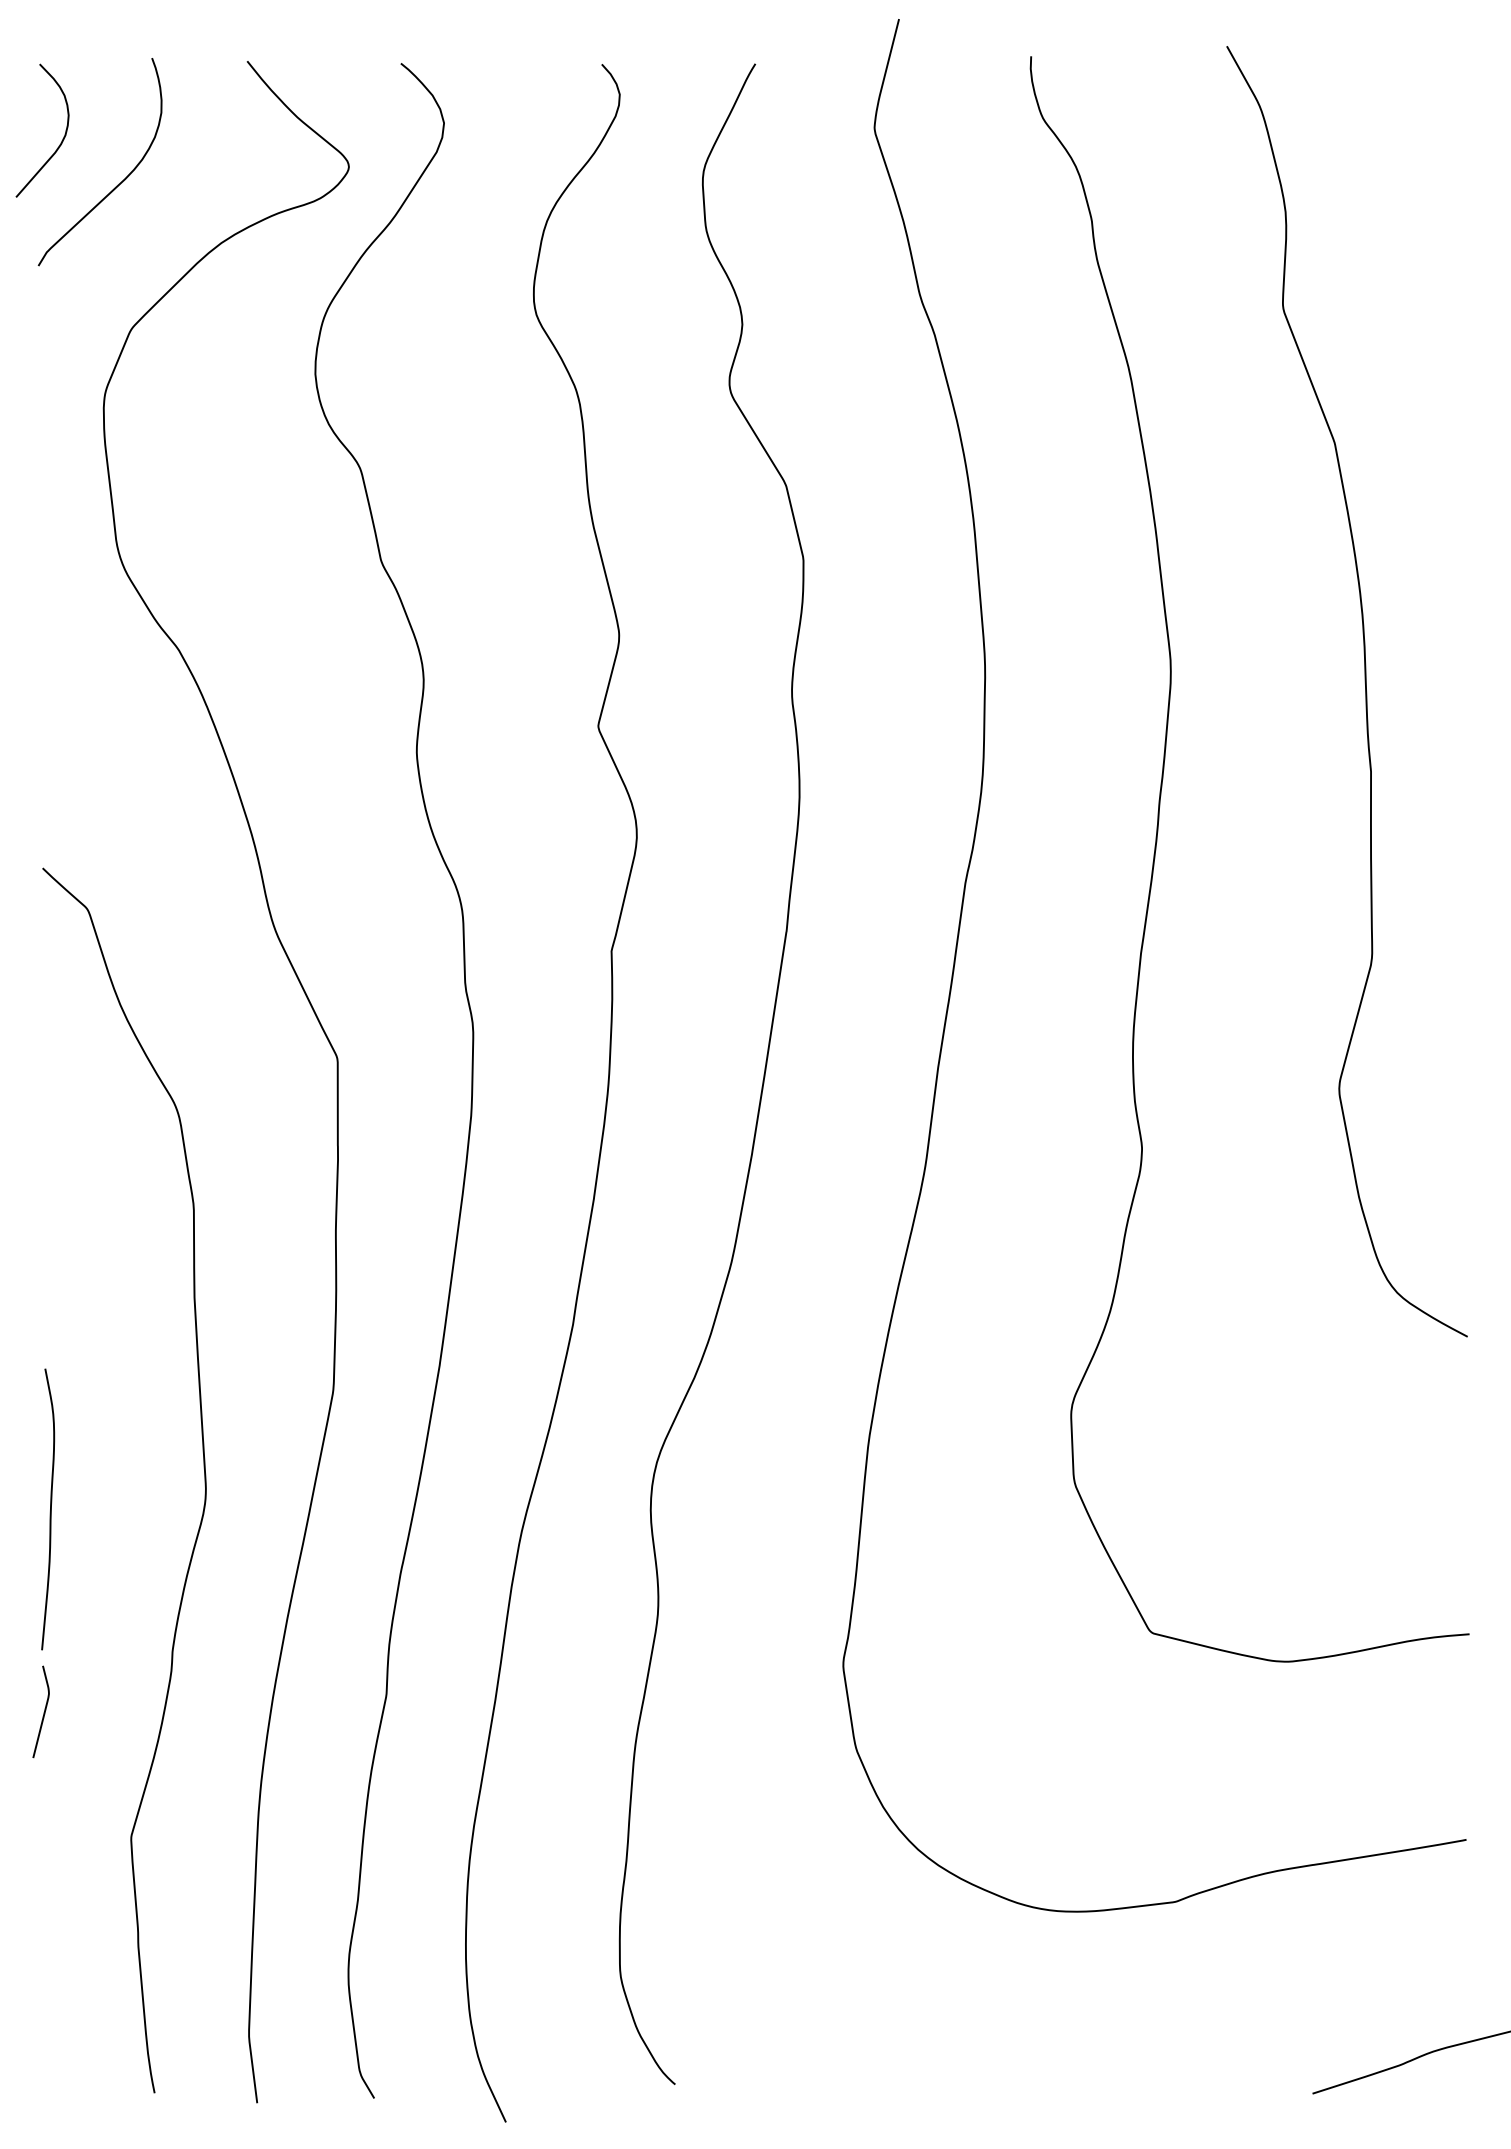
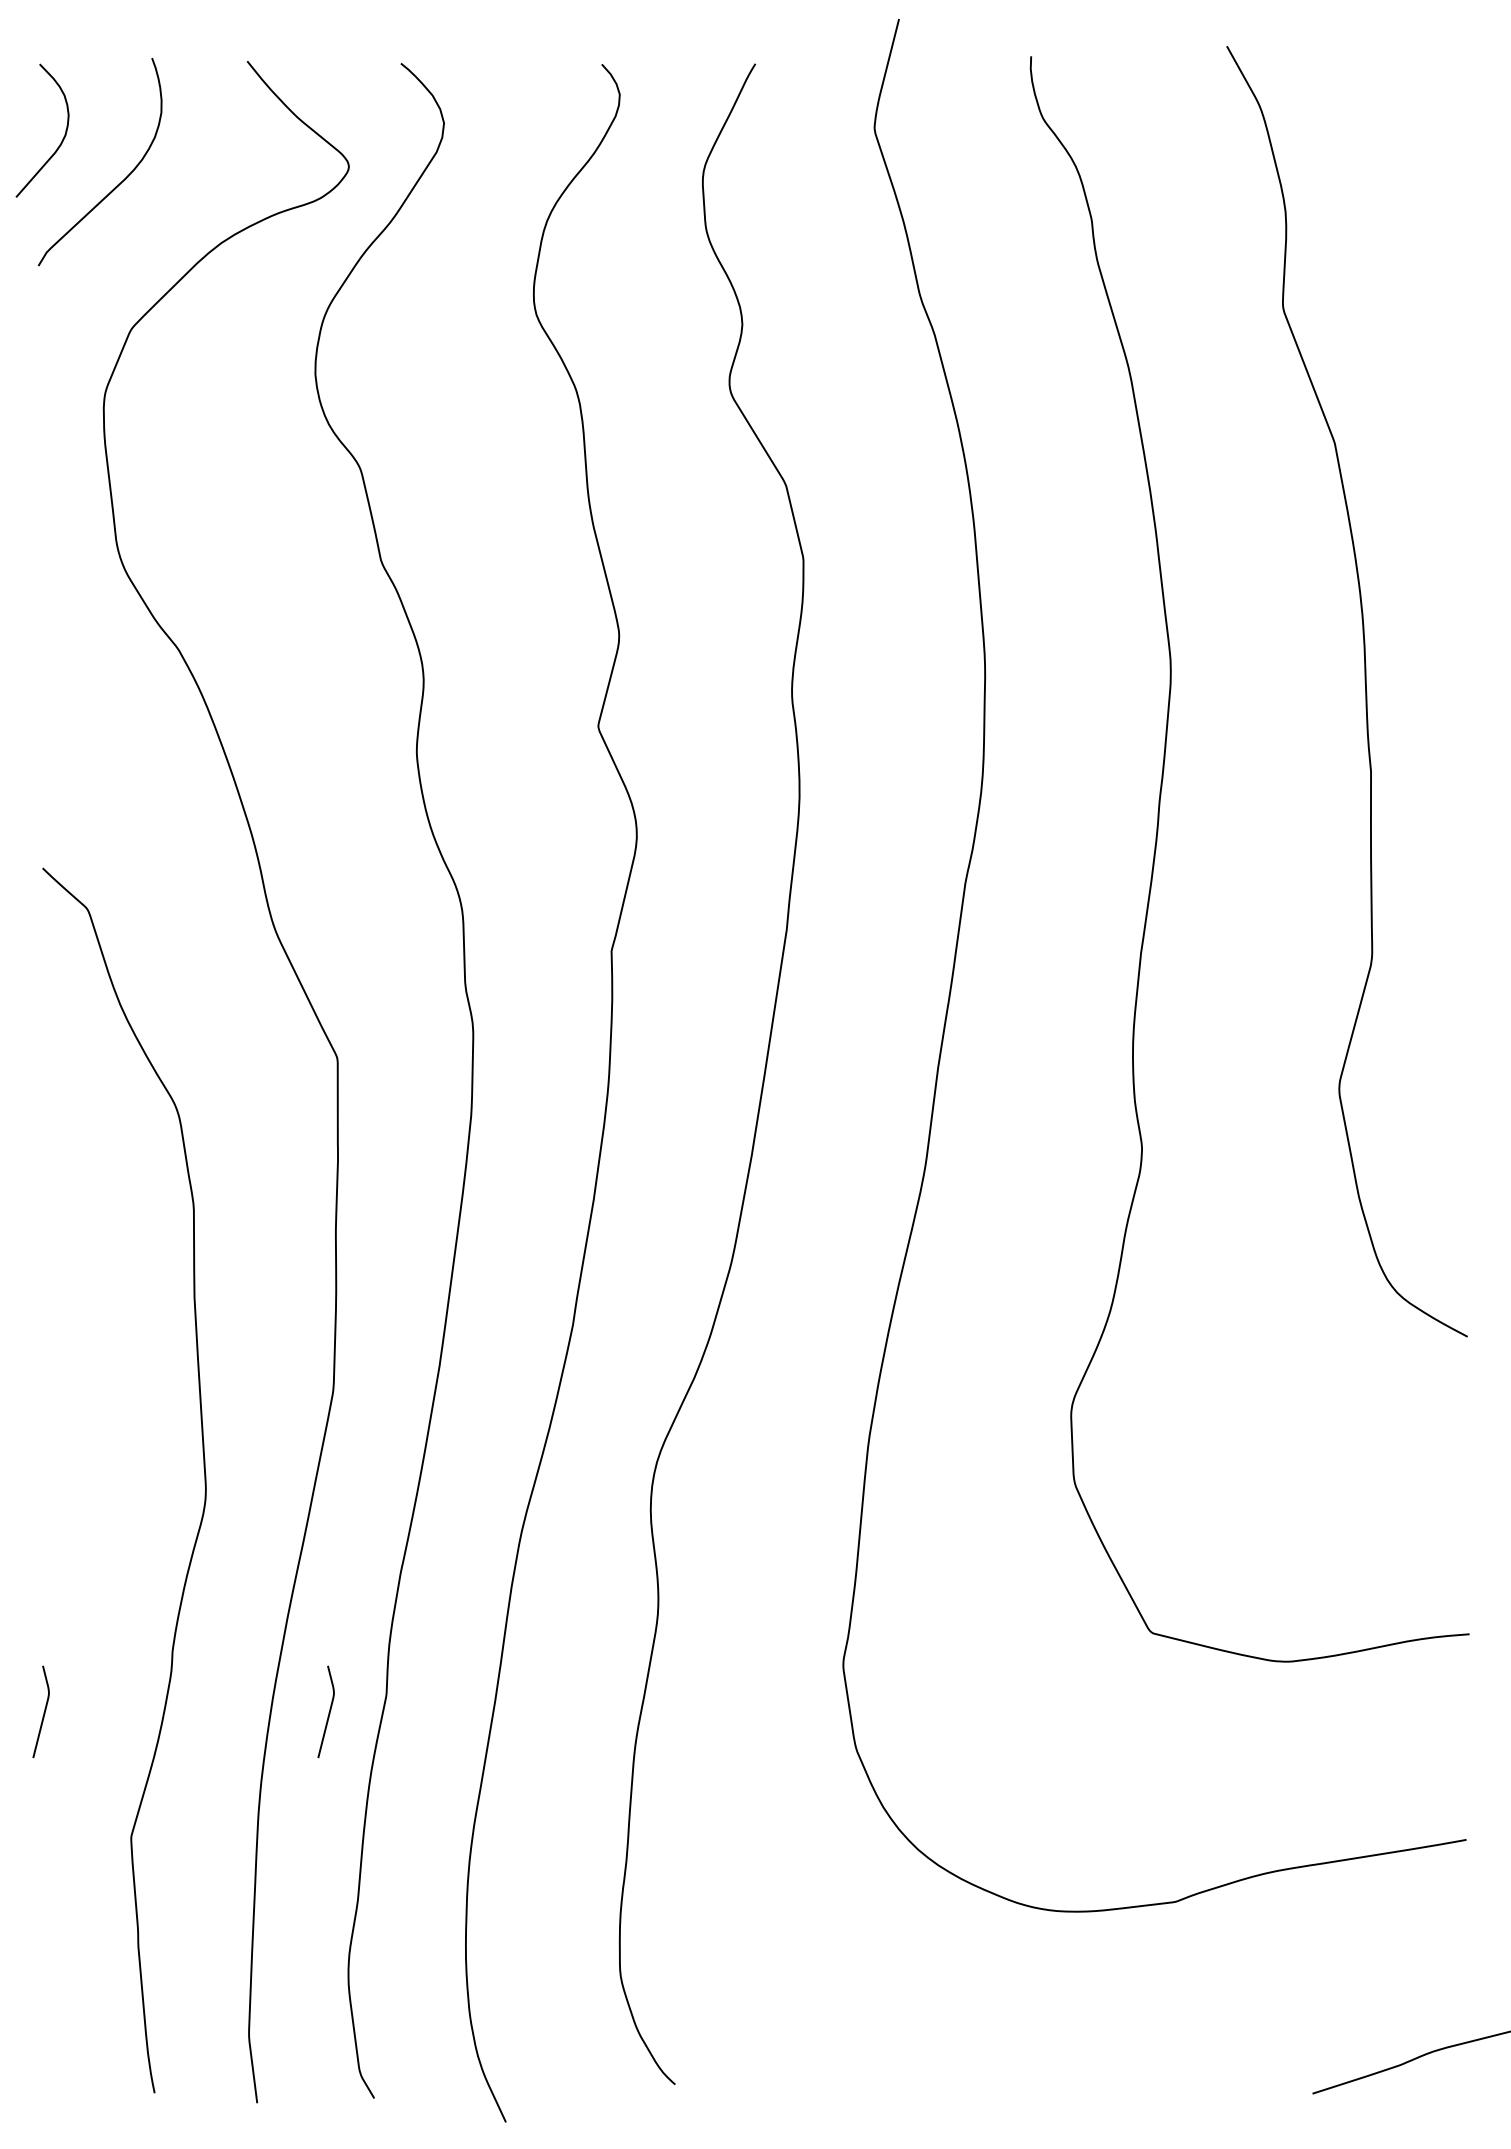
curve at (50, 1509): present -> none
curve at (328, 1712): none -> present
